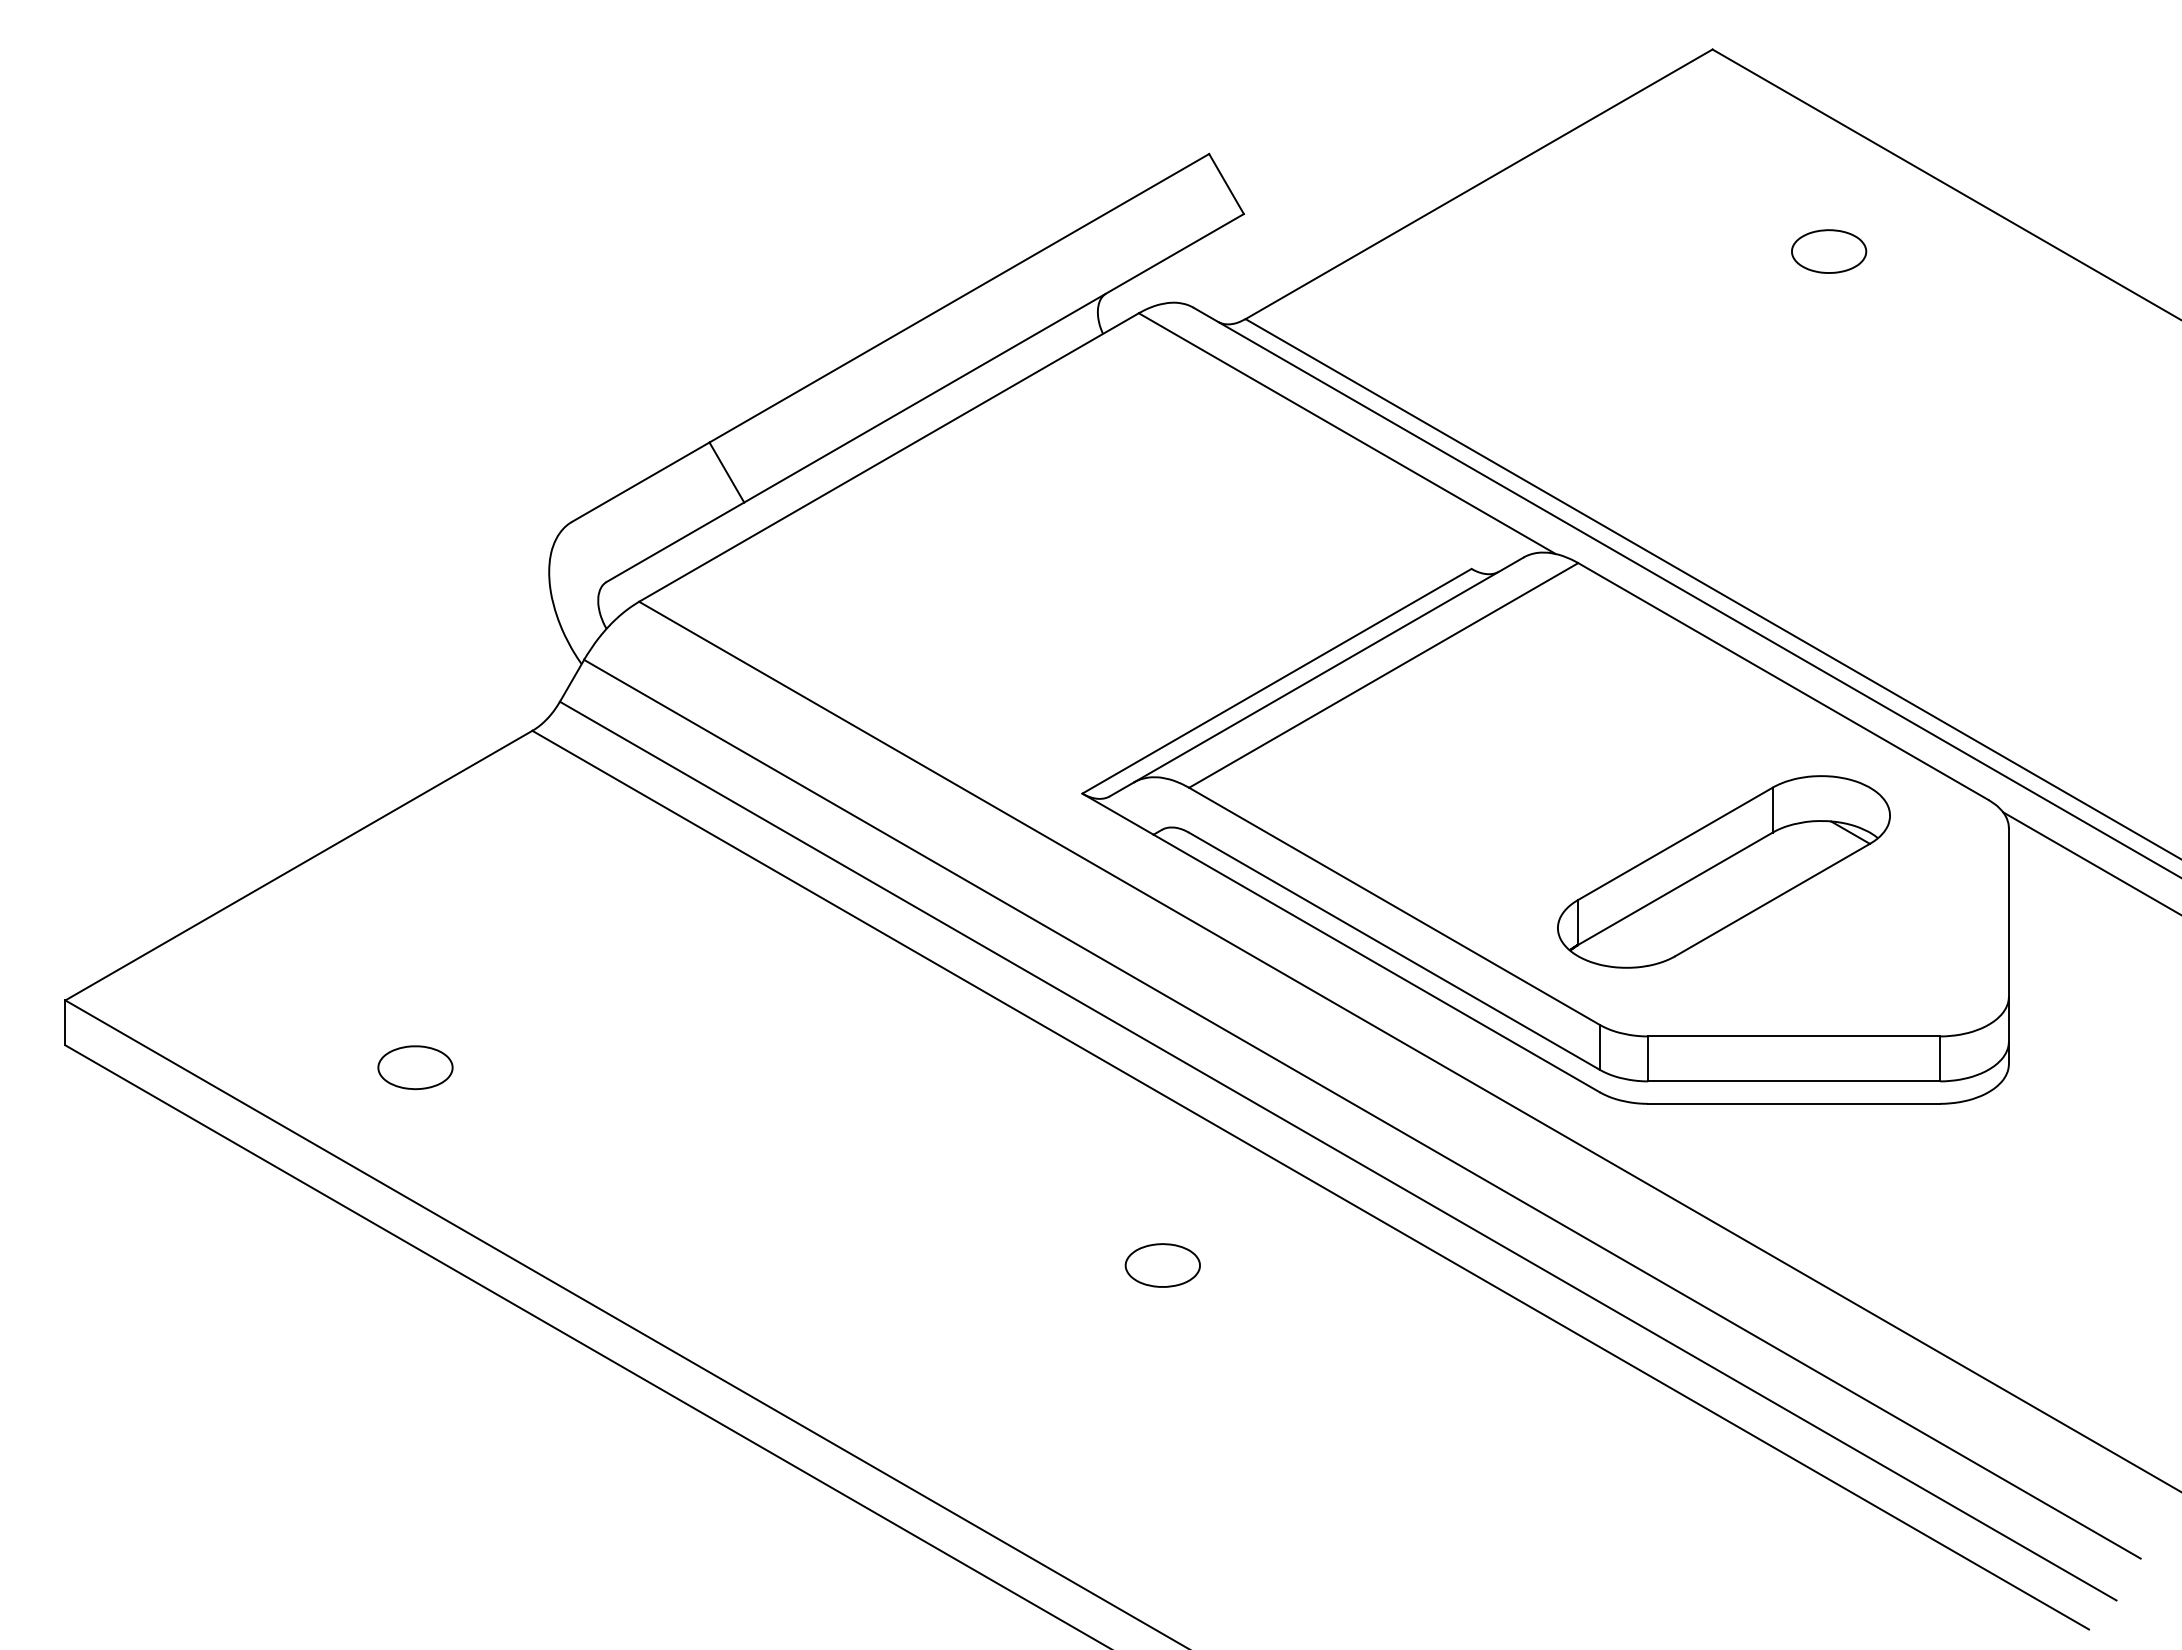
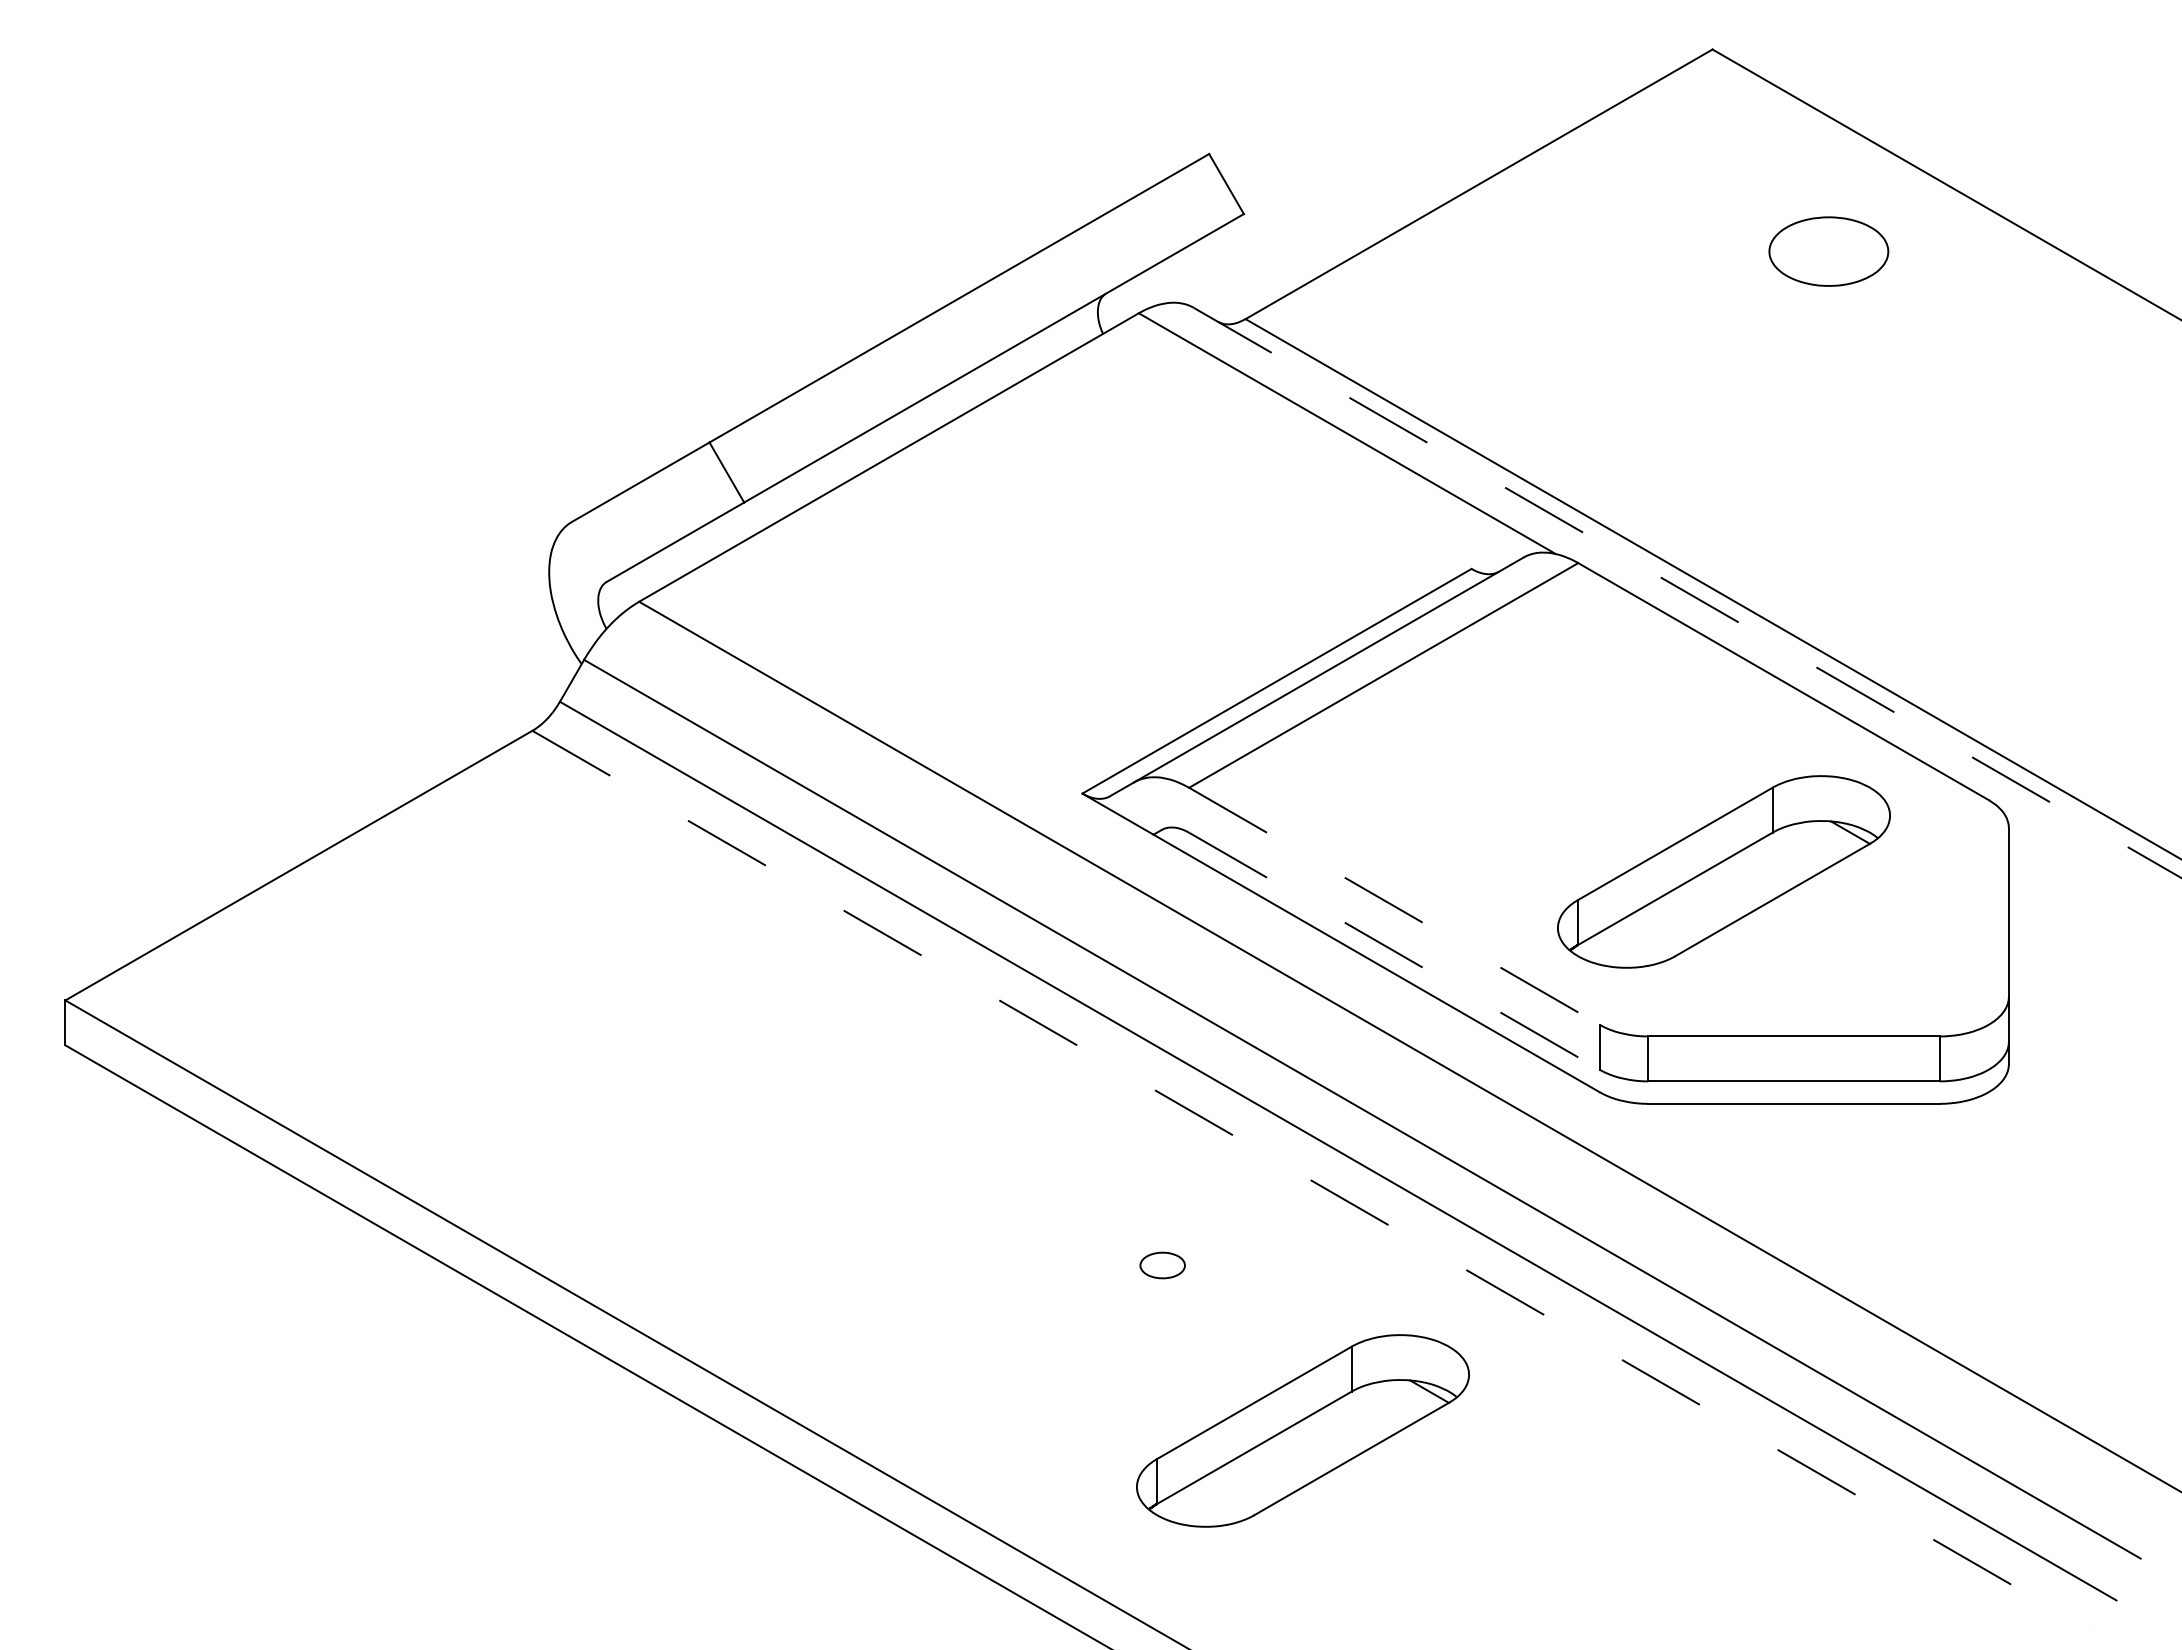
part at (1829, 251) size: 77x45 px -> 122x71 px
line at (1688, 593): solid -> dashed
line at (2090, 862): present -> none
line at (1394, 906): solid -> dashed
line at (1394, 951): solid -> dashed
part at (415, 1067): present -> none
line at (1310, 1180): solid -> dashed
part at (1162, 1265) size: 77x45 px -> 47x29 px
part at (1302, 1430): none -> present
